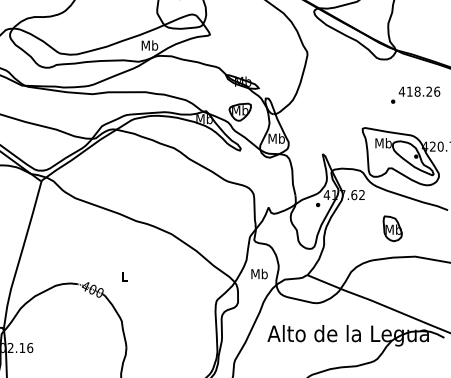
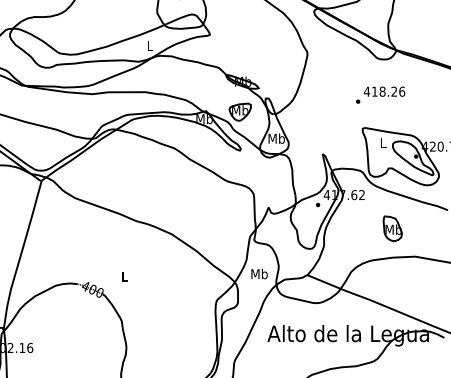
text at (149, 45): Mb -> L
text at (415, 94) position: (415, 94) -> (380, 94)
text at (383, 143): Mb -> L
